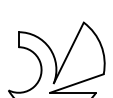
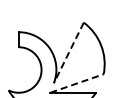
line at (68, 52): solid -> dashed
line at (77, 83): solid -> dashed
